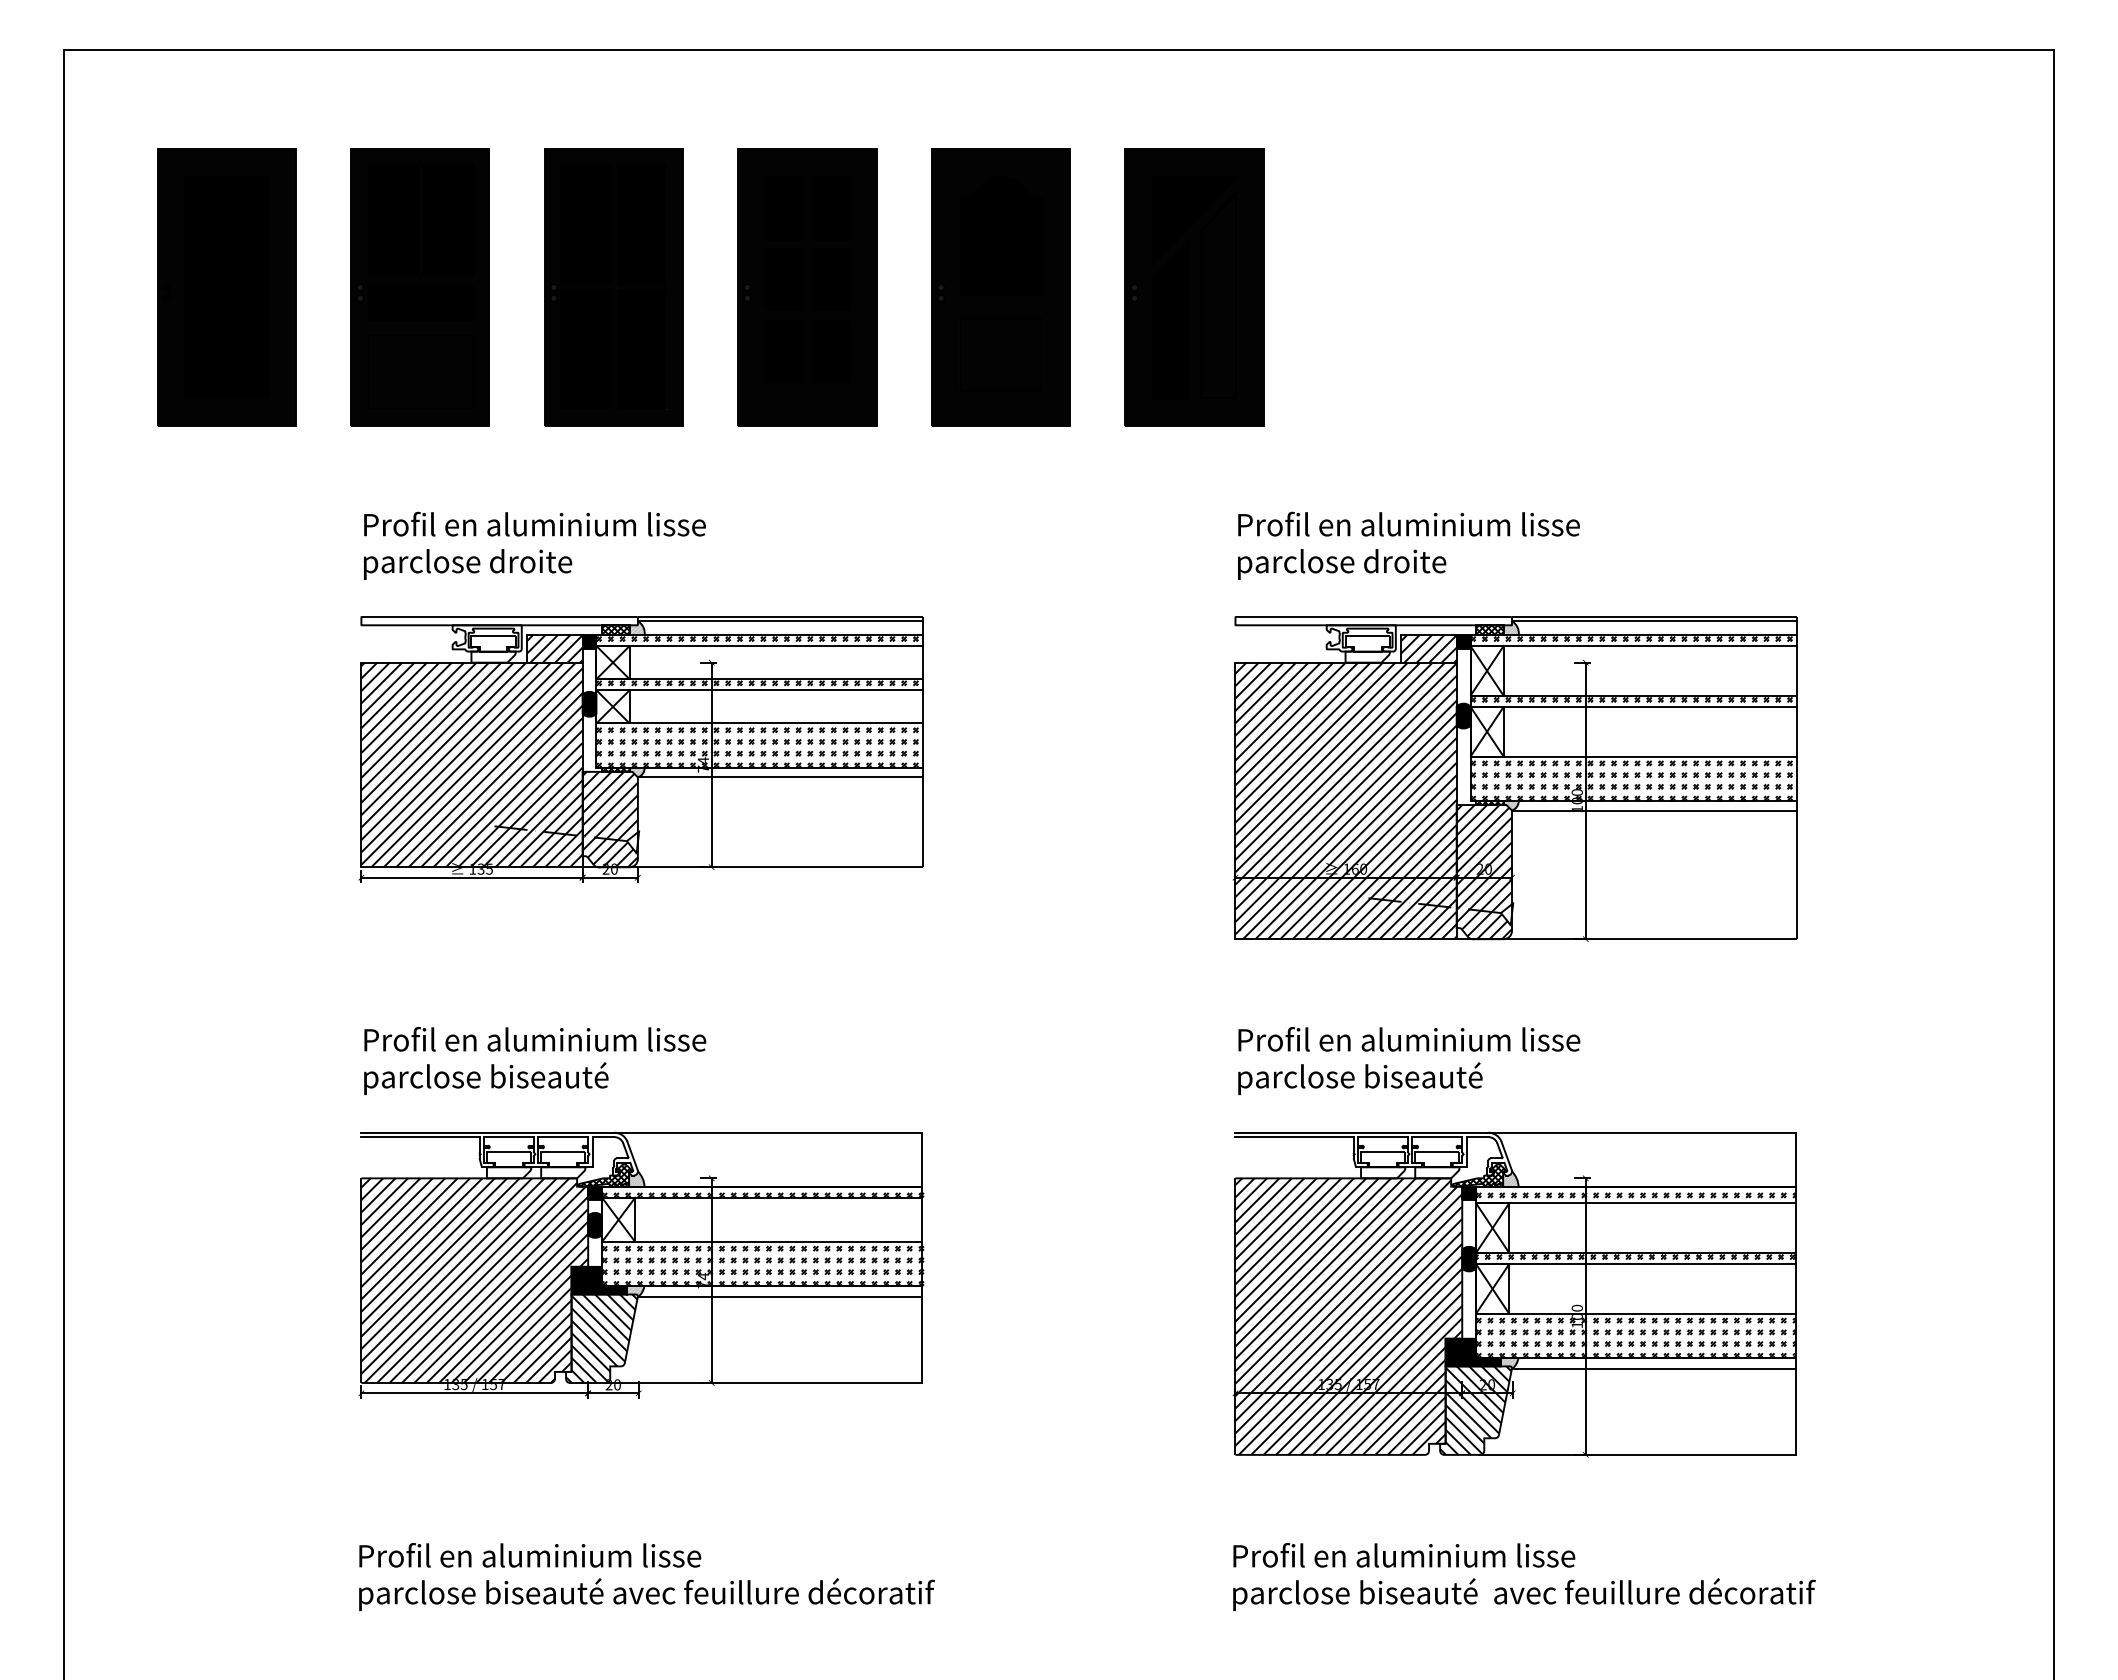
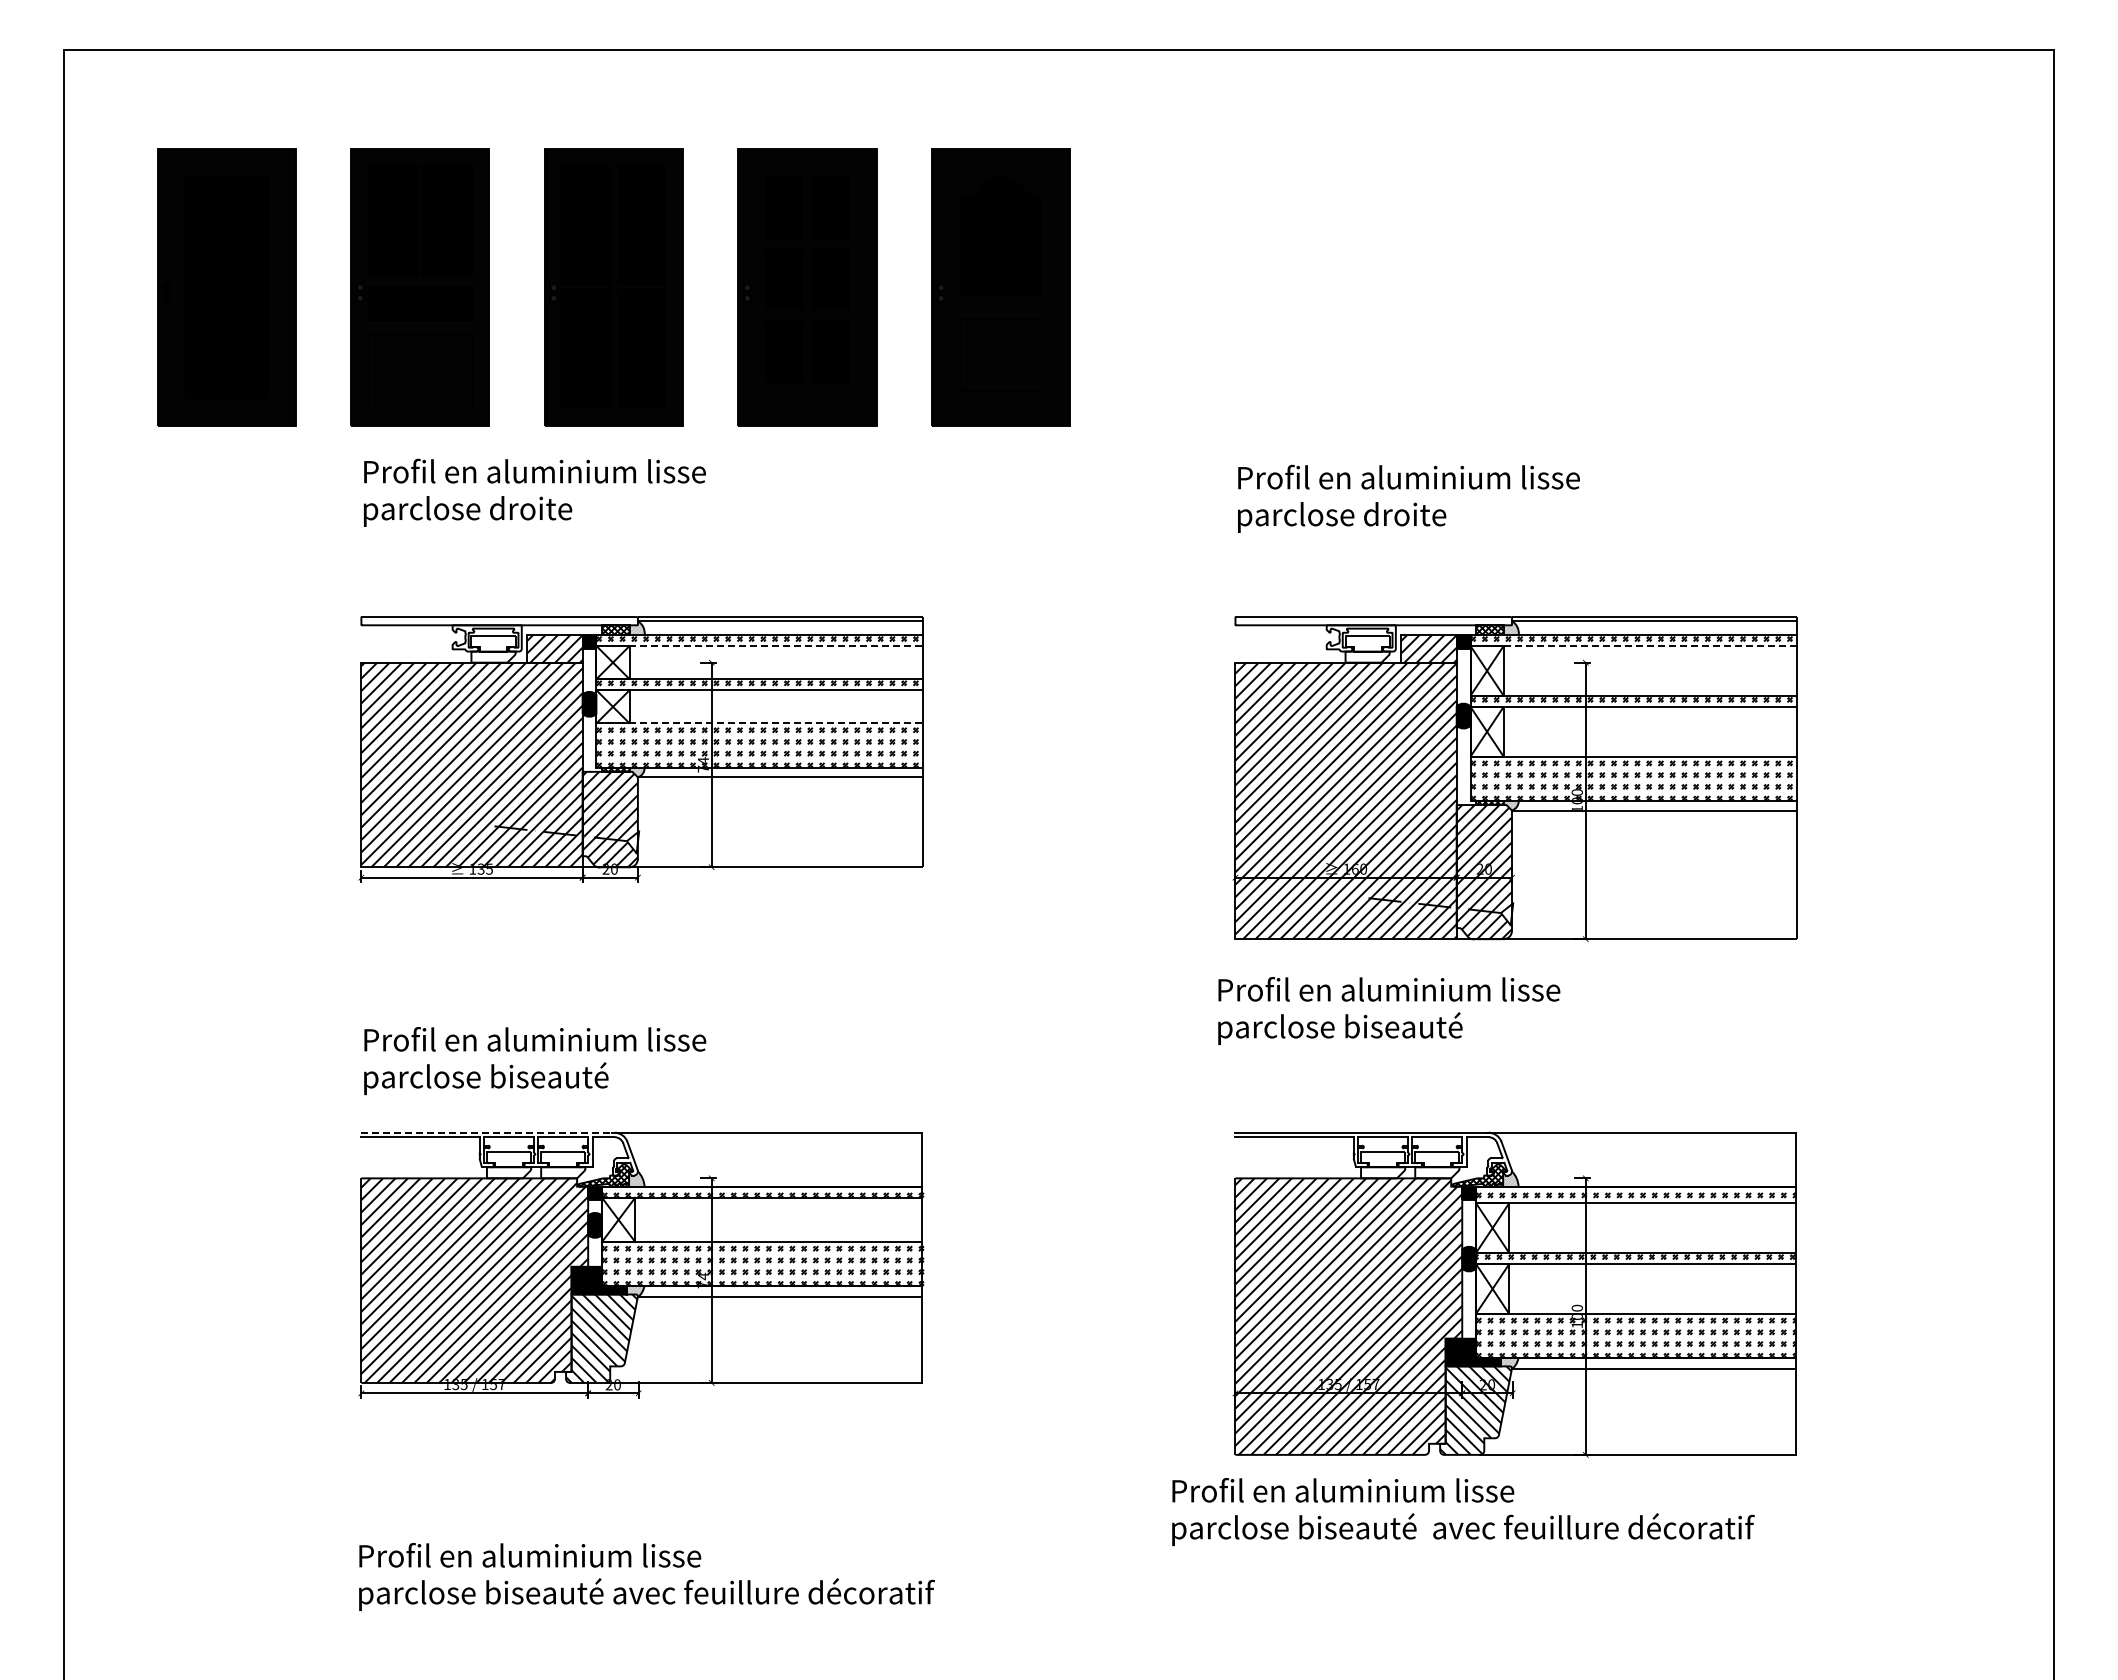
part at (1194, 287): present -> none
text at (534, 545) position: (534, 545) -> (534, 492)
text at (1408, 545) position: (1408, 545) -> (1408, 498)
line at (760, 646): solid -> dashed
line at (1634, 646): solid -> dashed
line at (760, 723): solid -> dashed
text at (1409, 1061) position: (1409, 1061) -> (1389, 1011)
line at (487, 1132): solid -> dashed
text at (1524, 1576) position: (1524, 1576) -> (1463, 1511)
